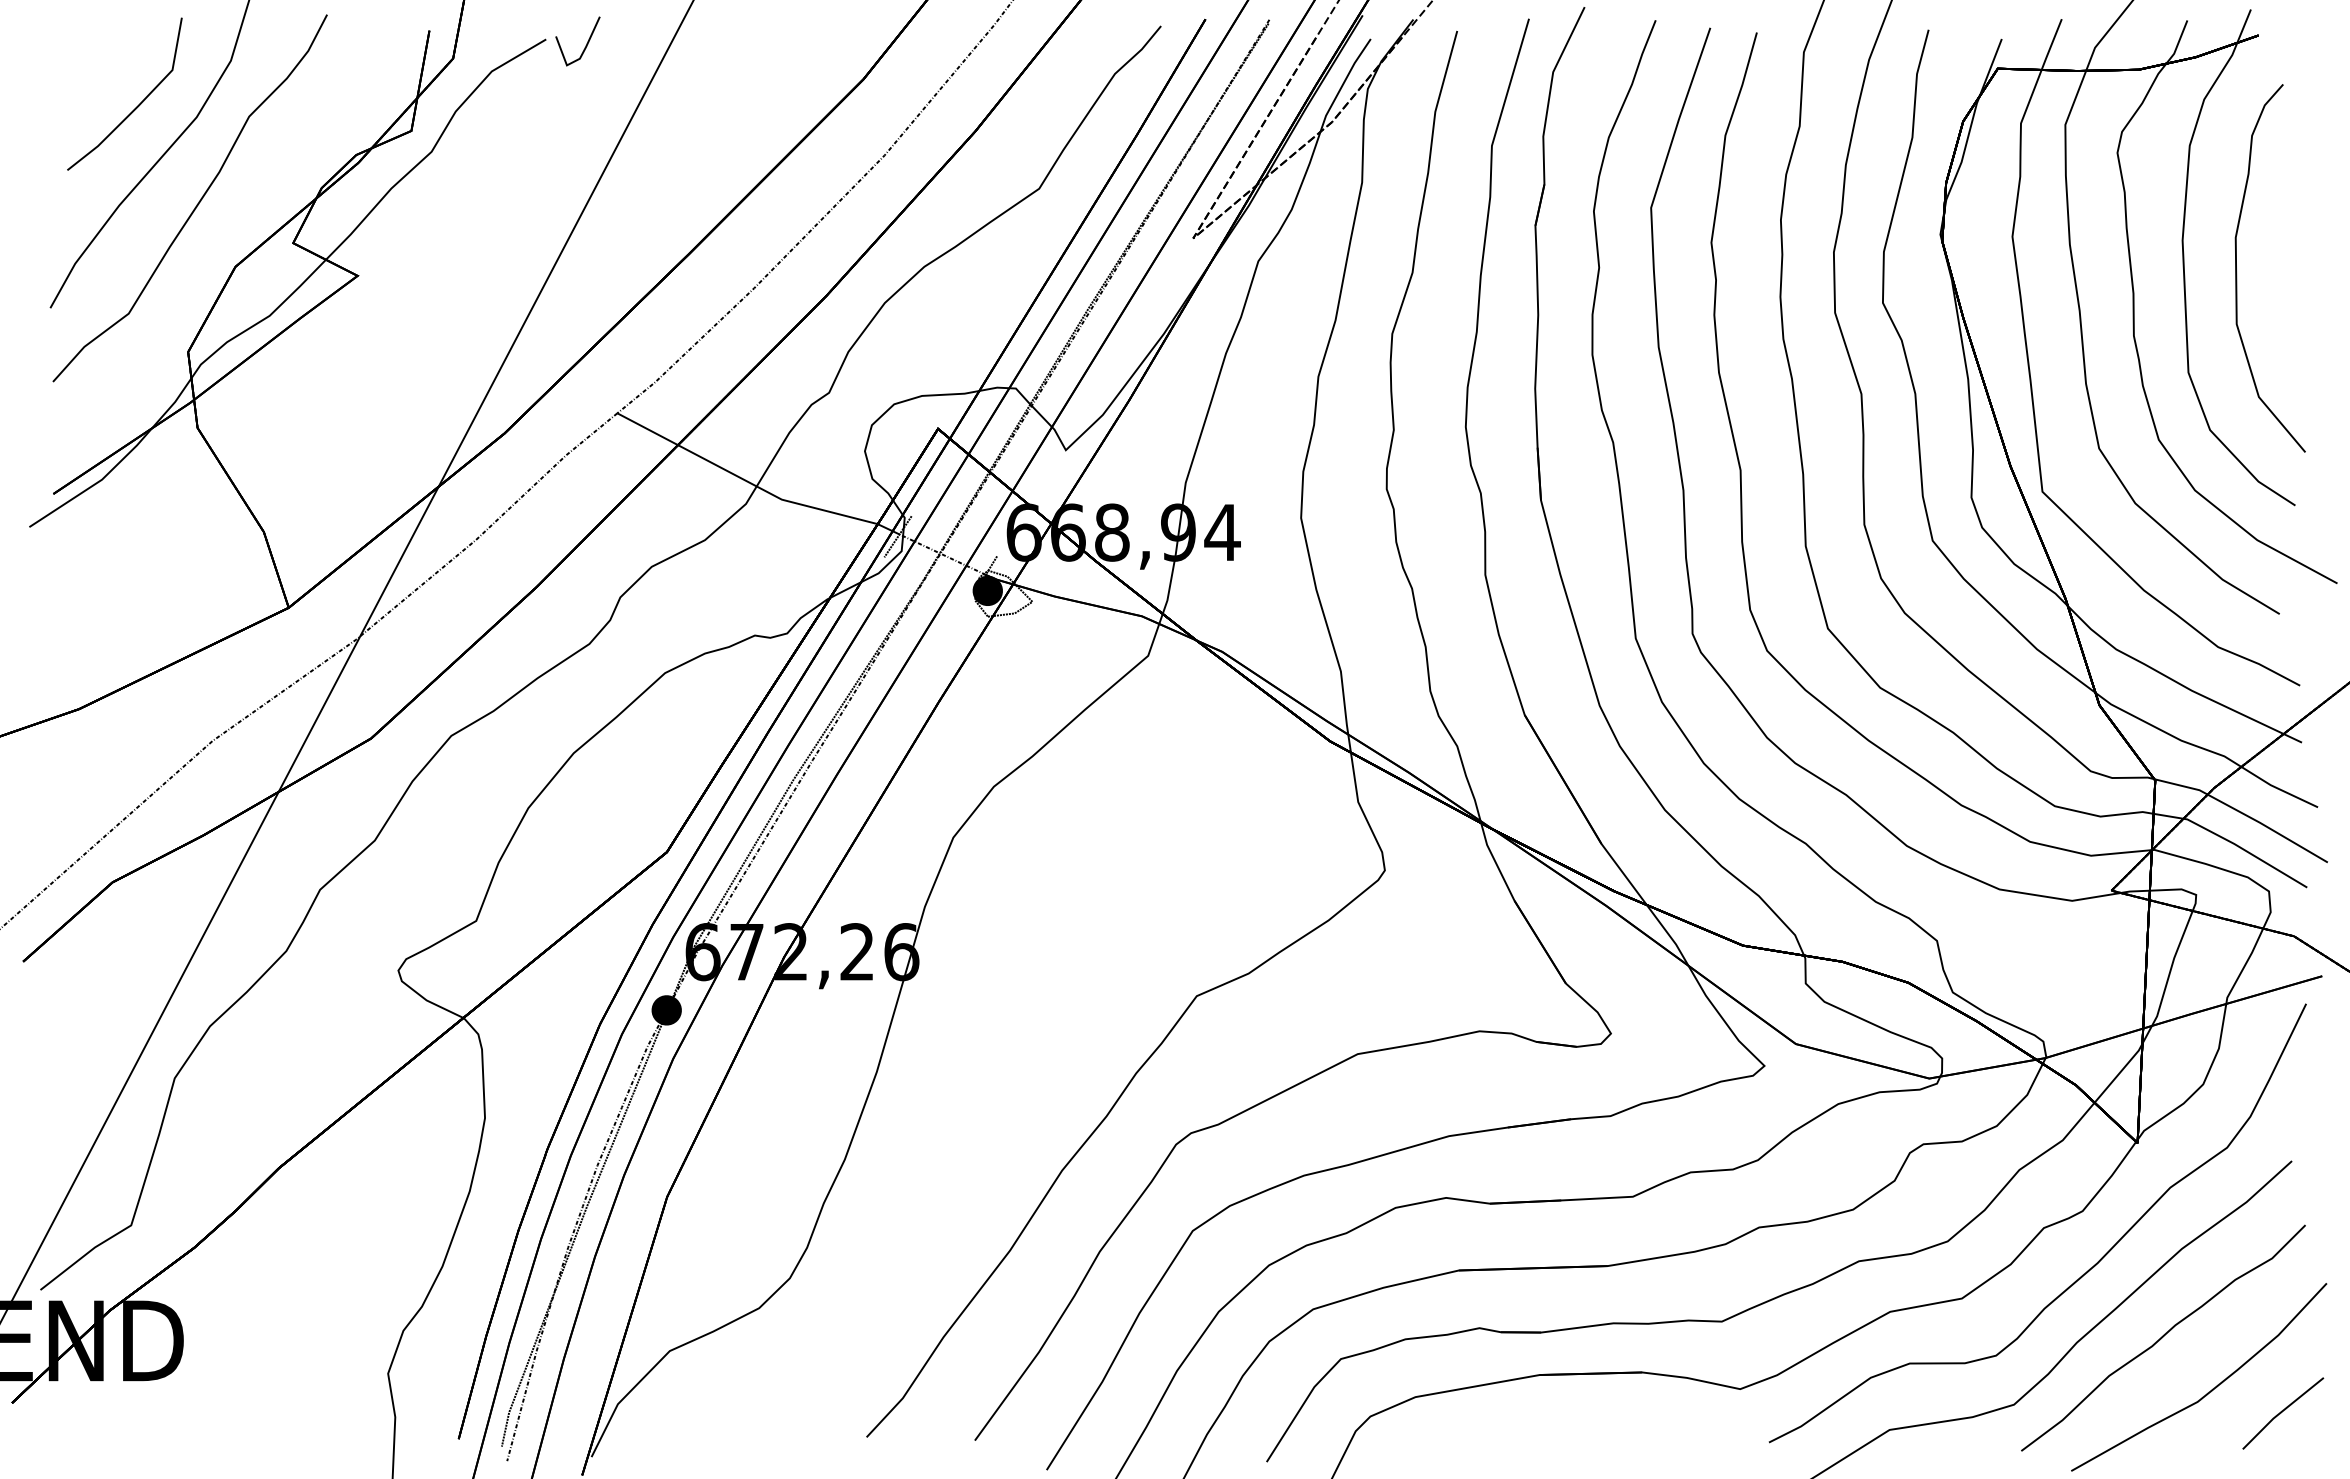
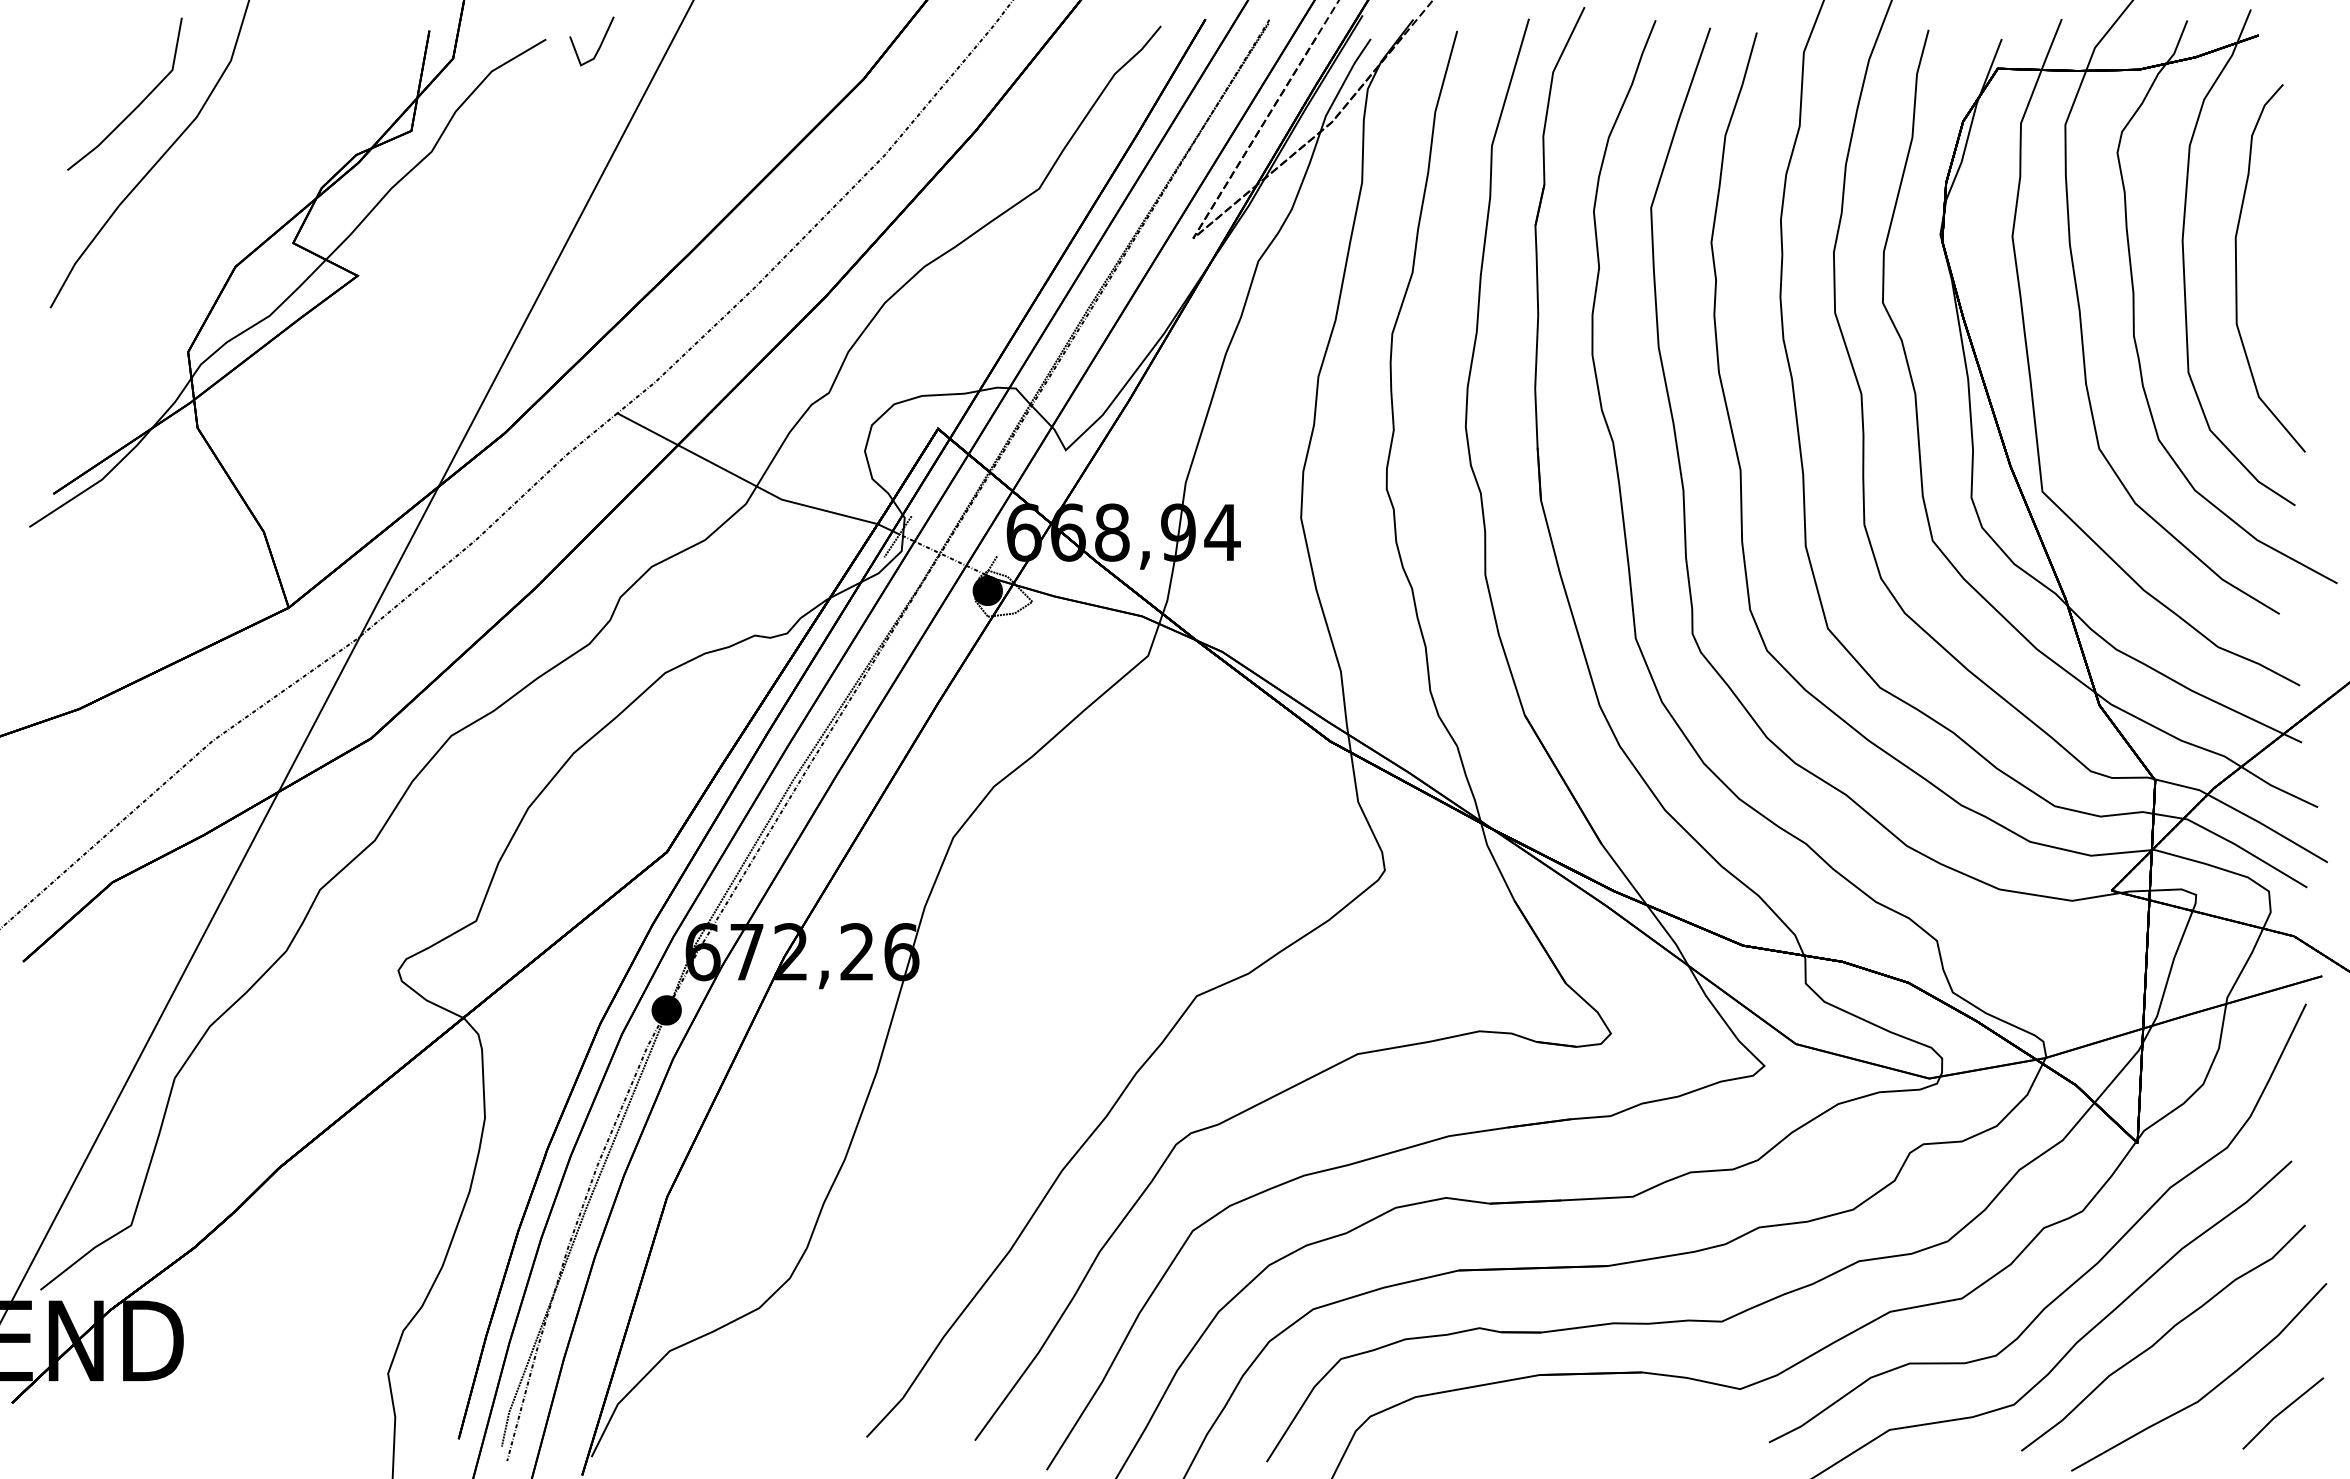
line at (585, 45) position: (585, 45) -> (599, 45)
curve at (196, 204): present -> none
